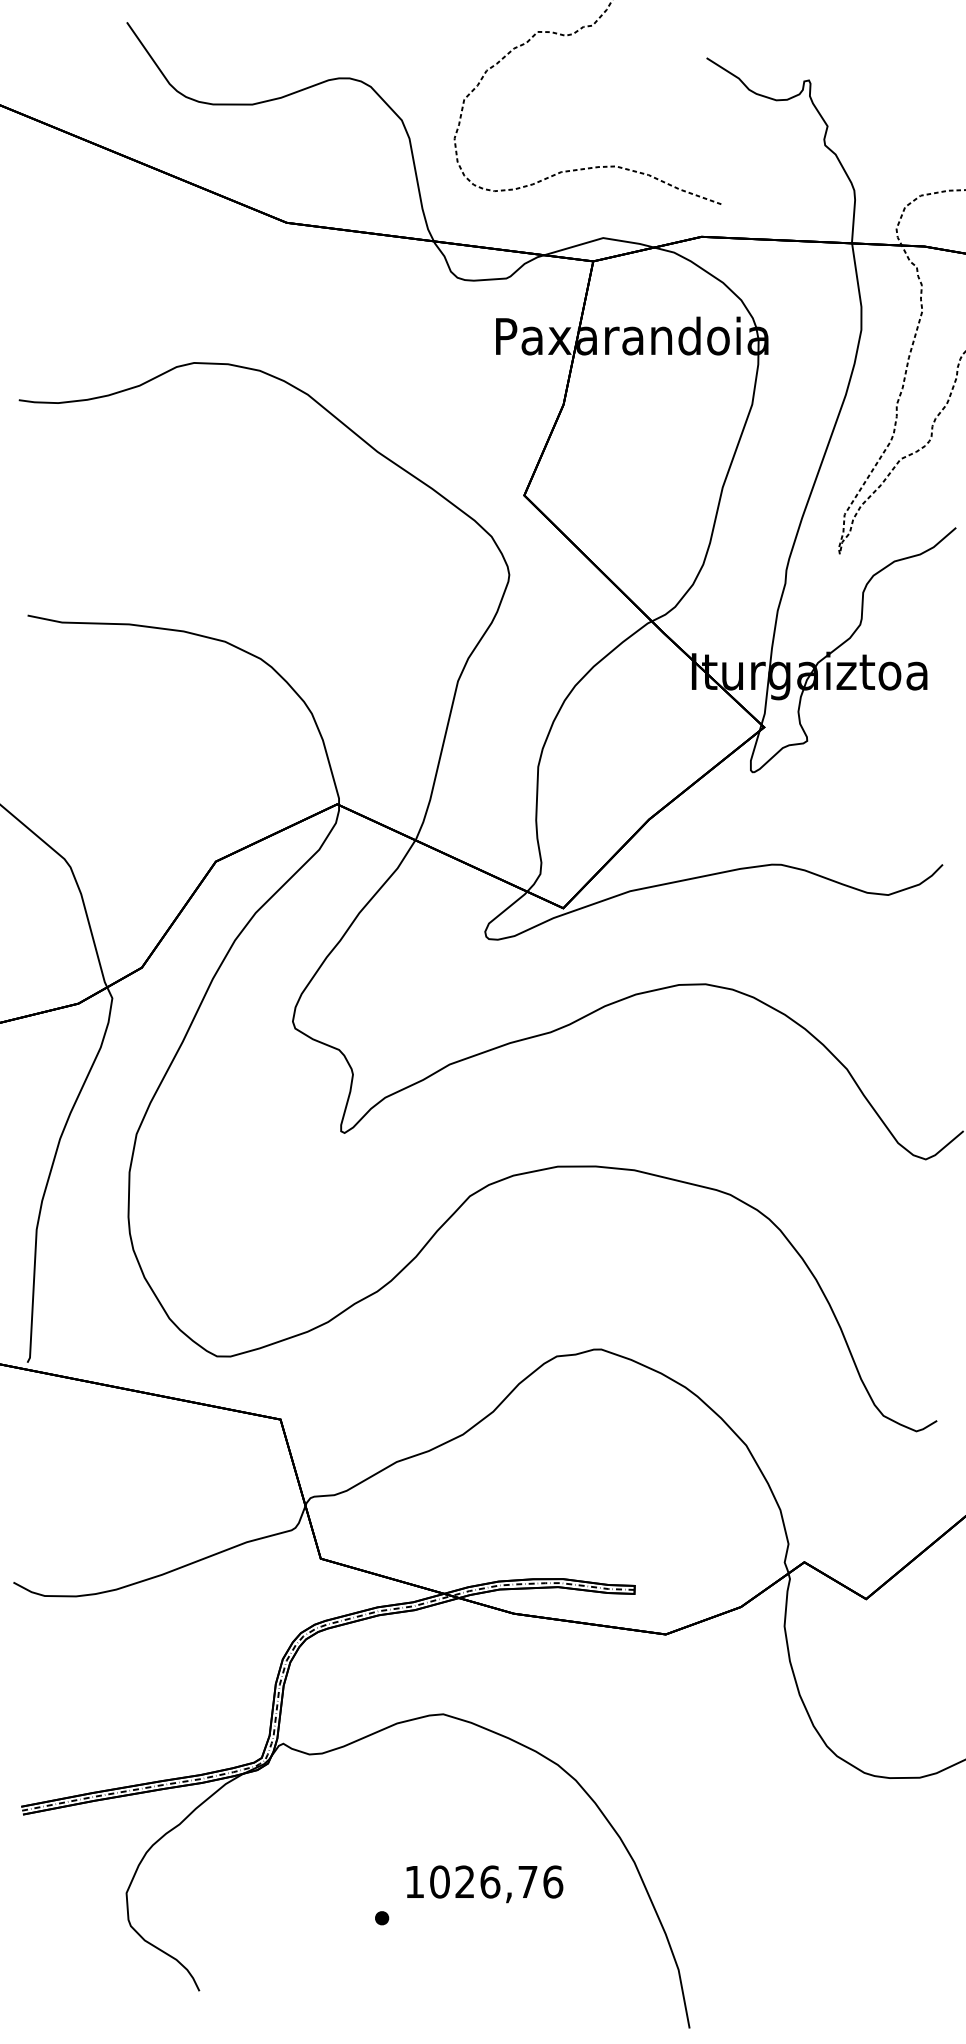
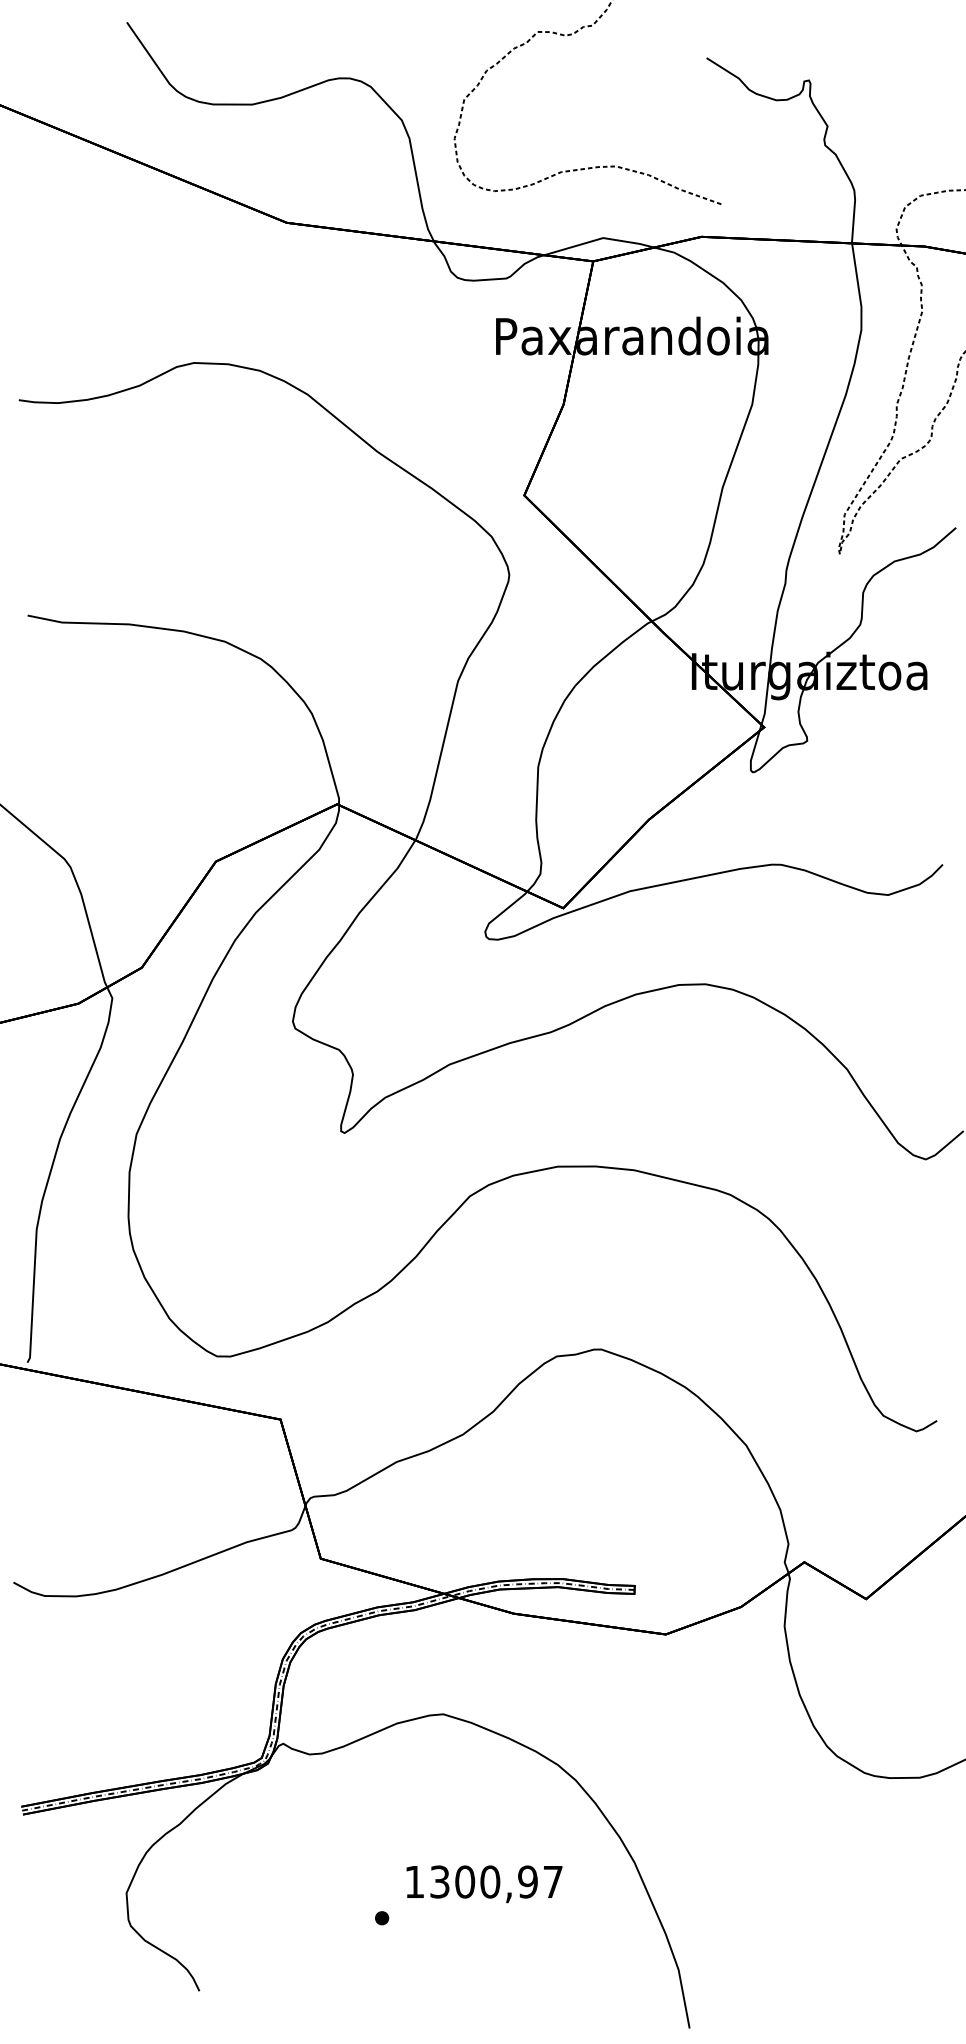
text at (496, 1881): 1026,76 -> 1300,97
